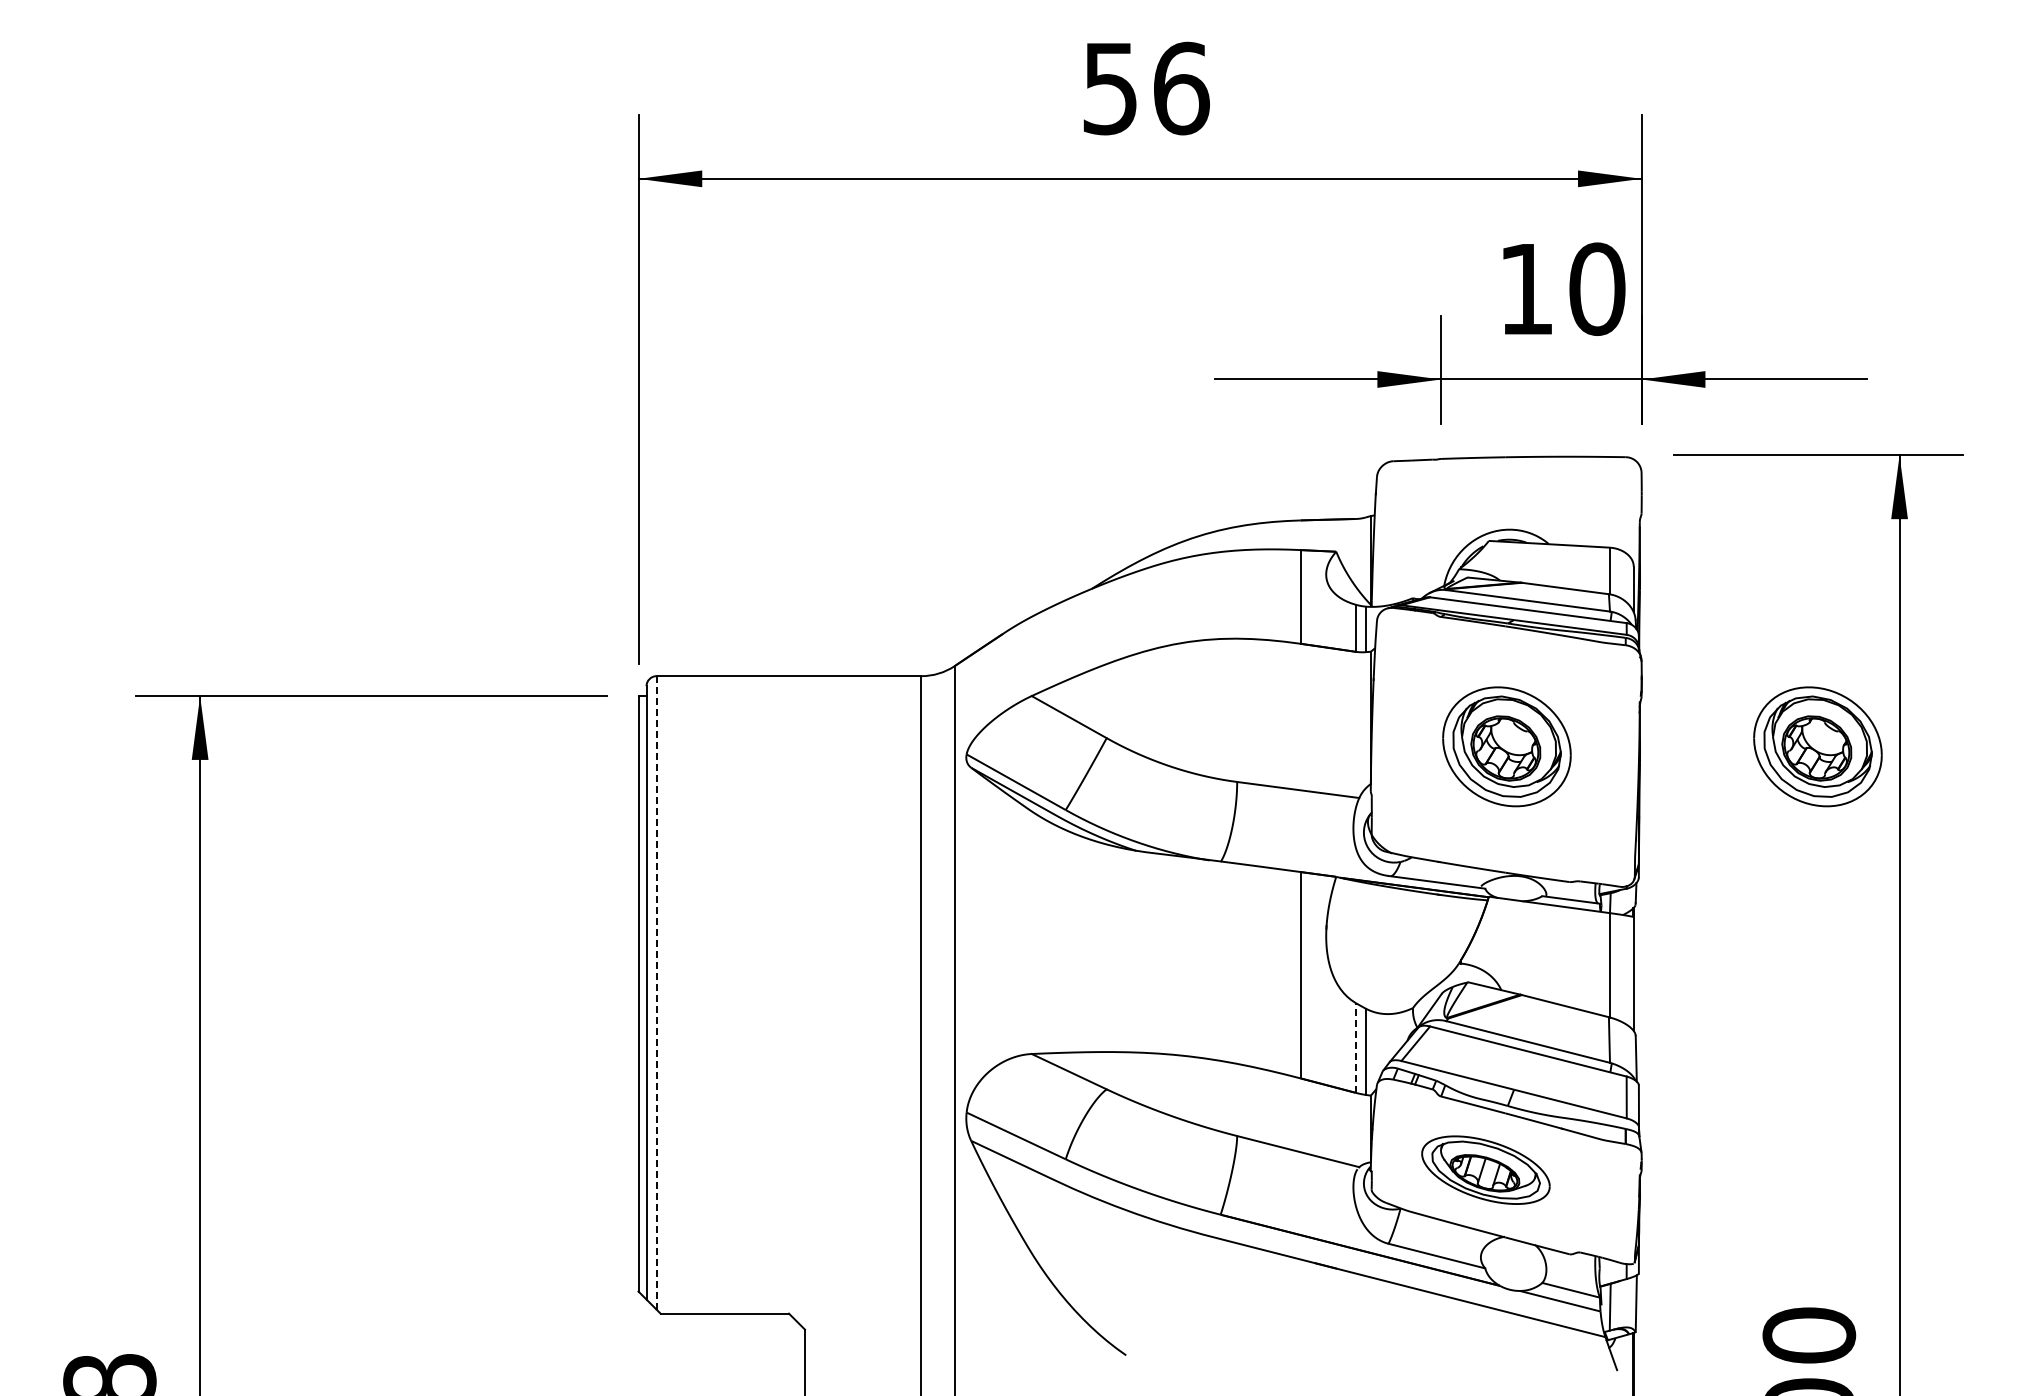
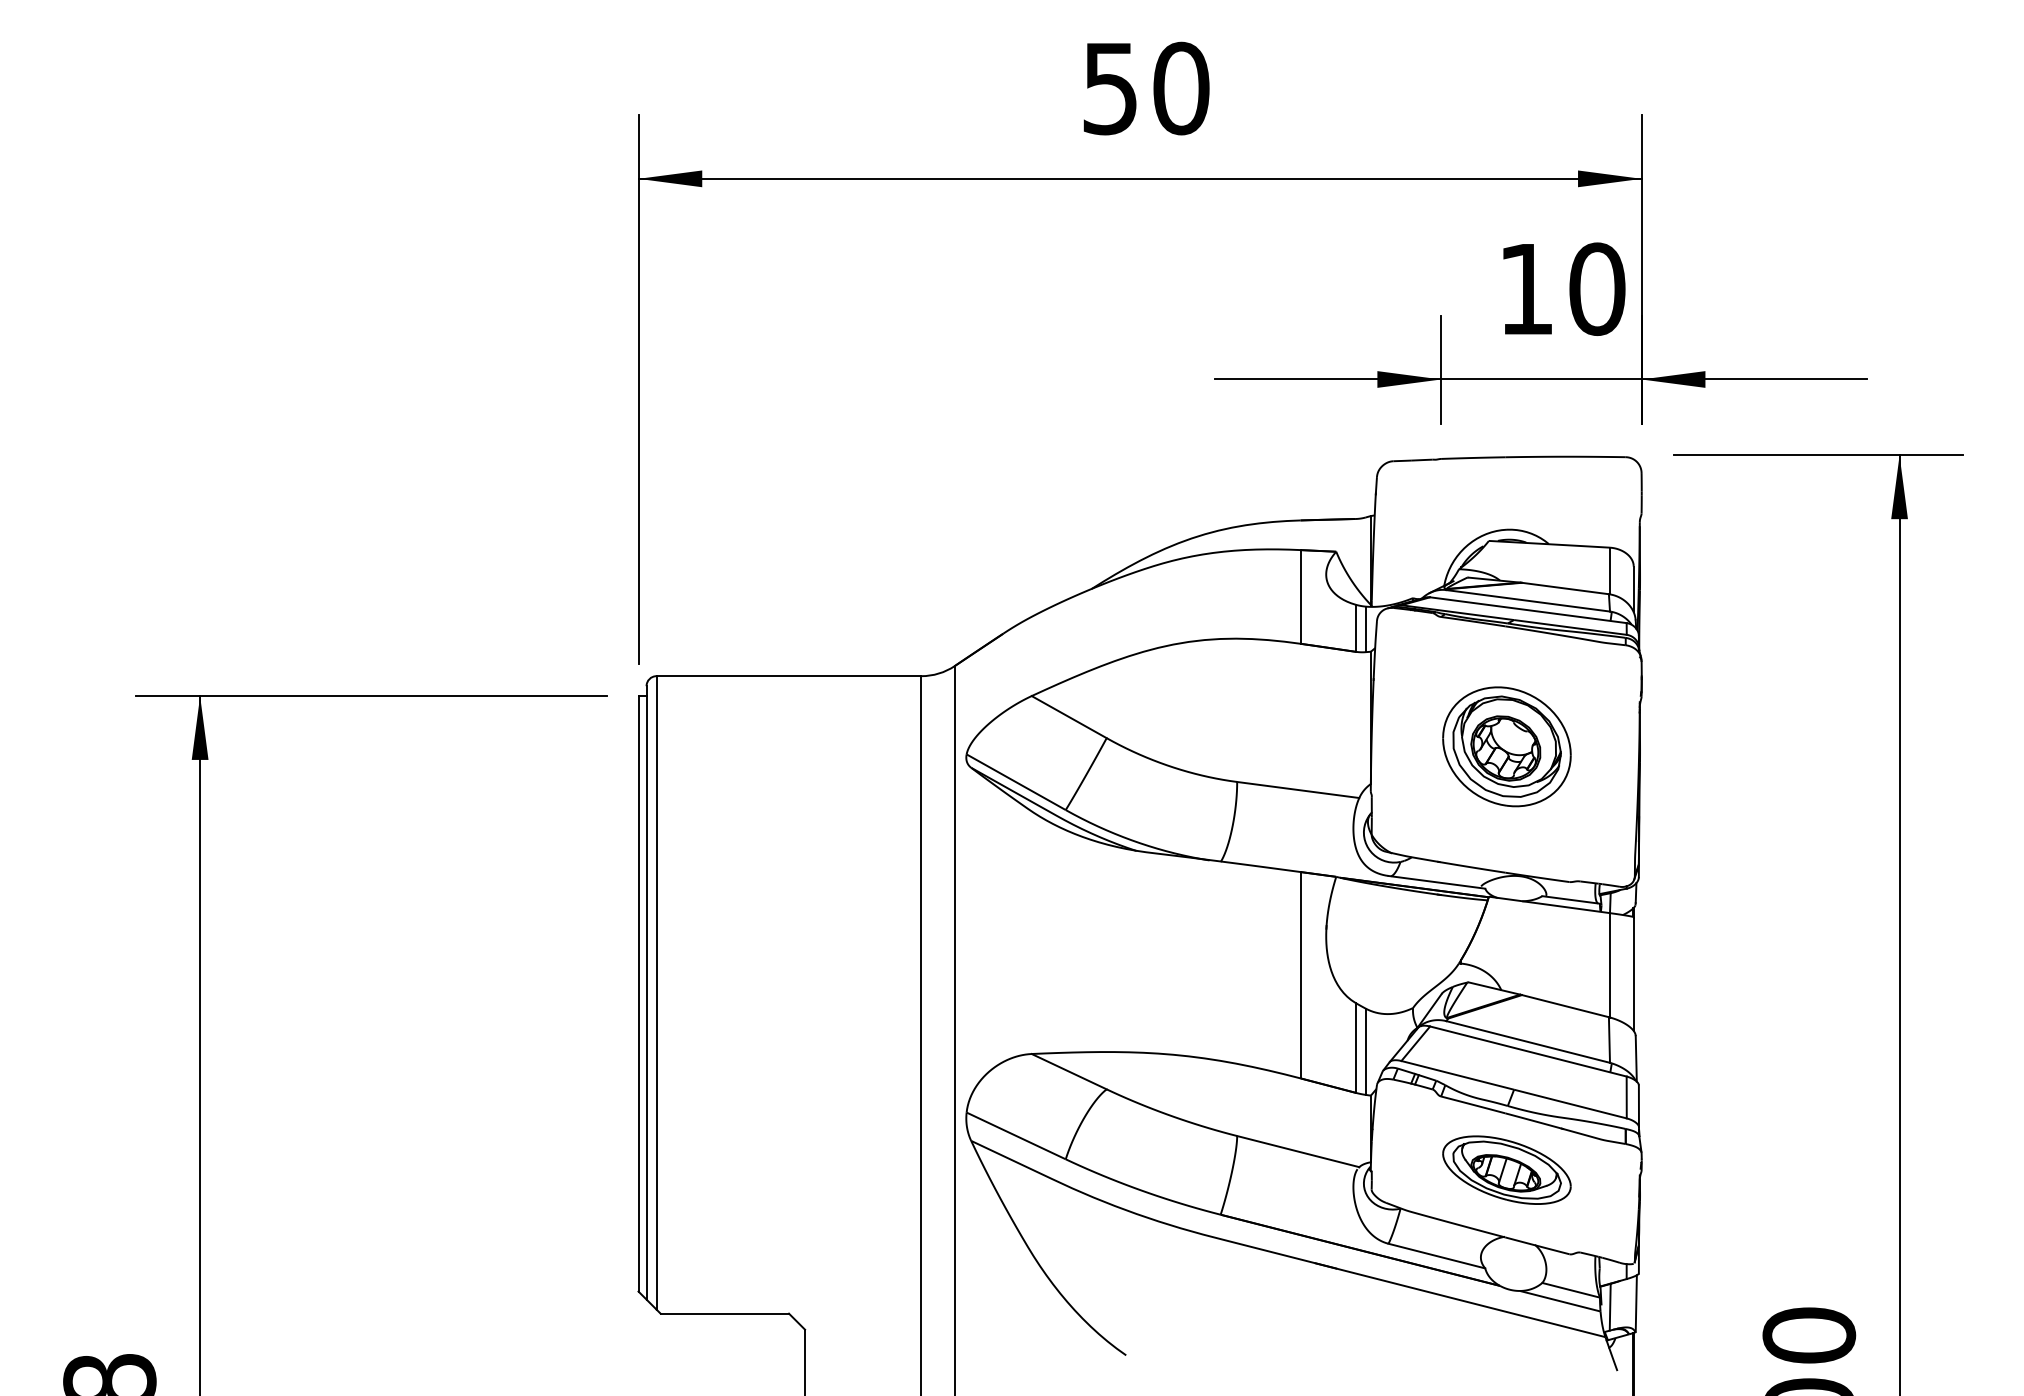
text at (1181, 88): 56 -> 50
part at (1817, 746): present -> none
line at (656, 992): dashed -> solid
line at (1355, 1047): dashed -> solid
part at (1485, 1169) position: (1485, 1169) -> (1506, 1169)
